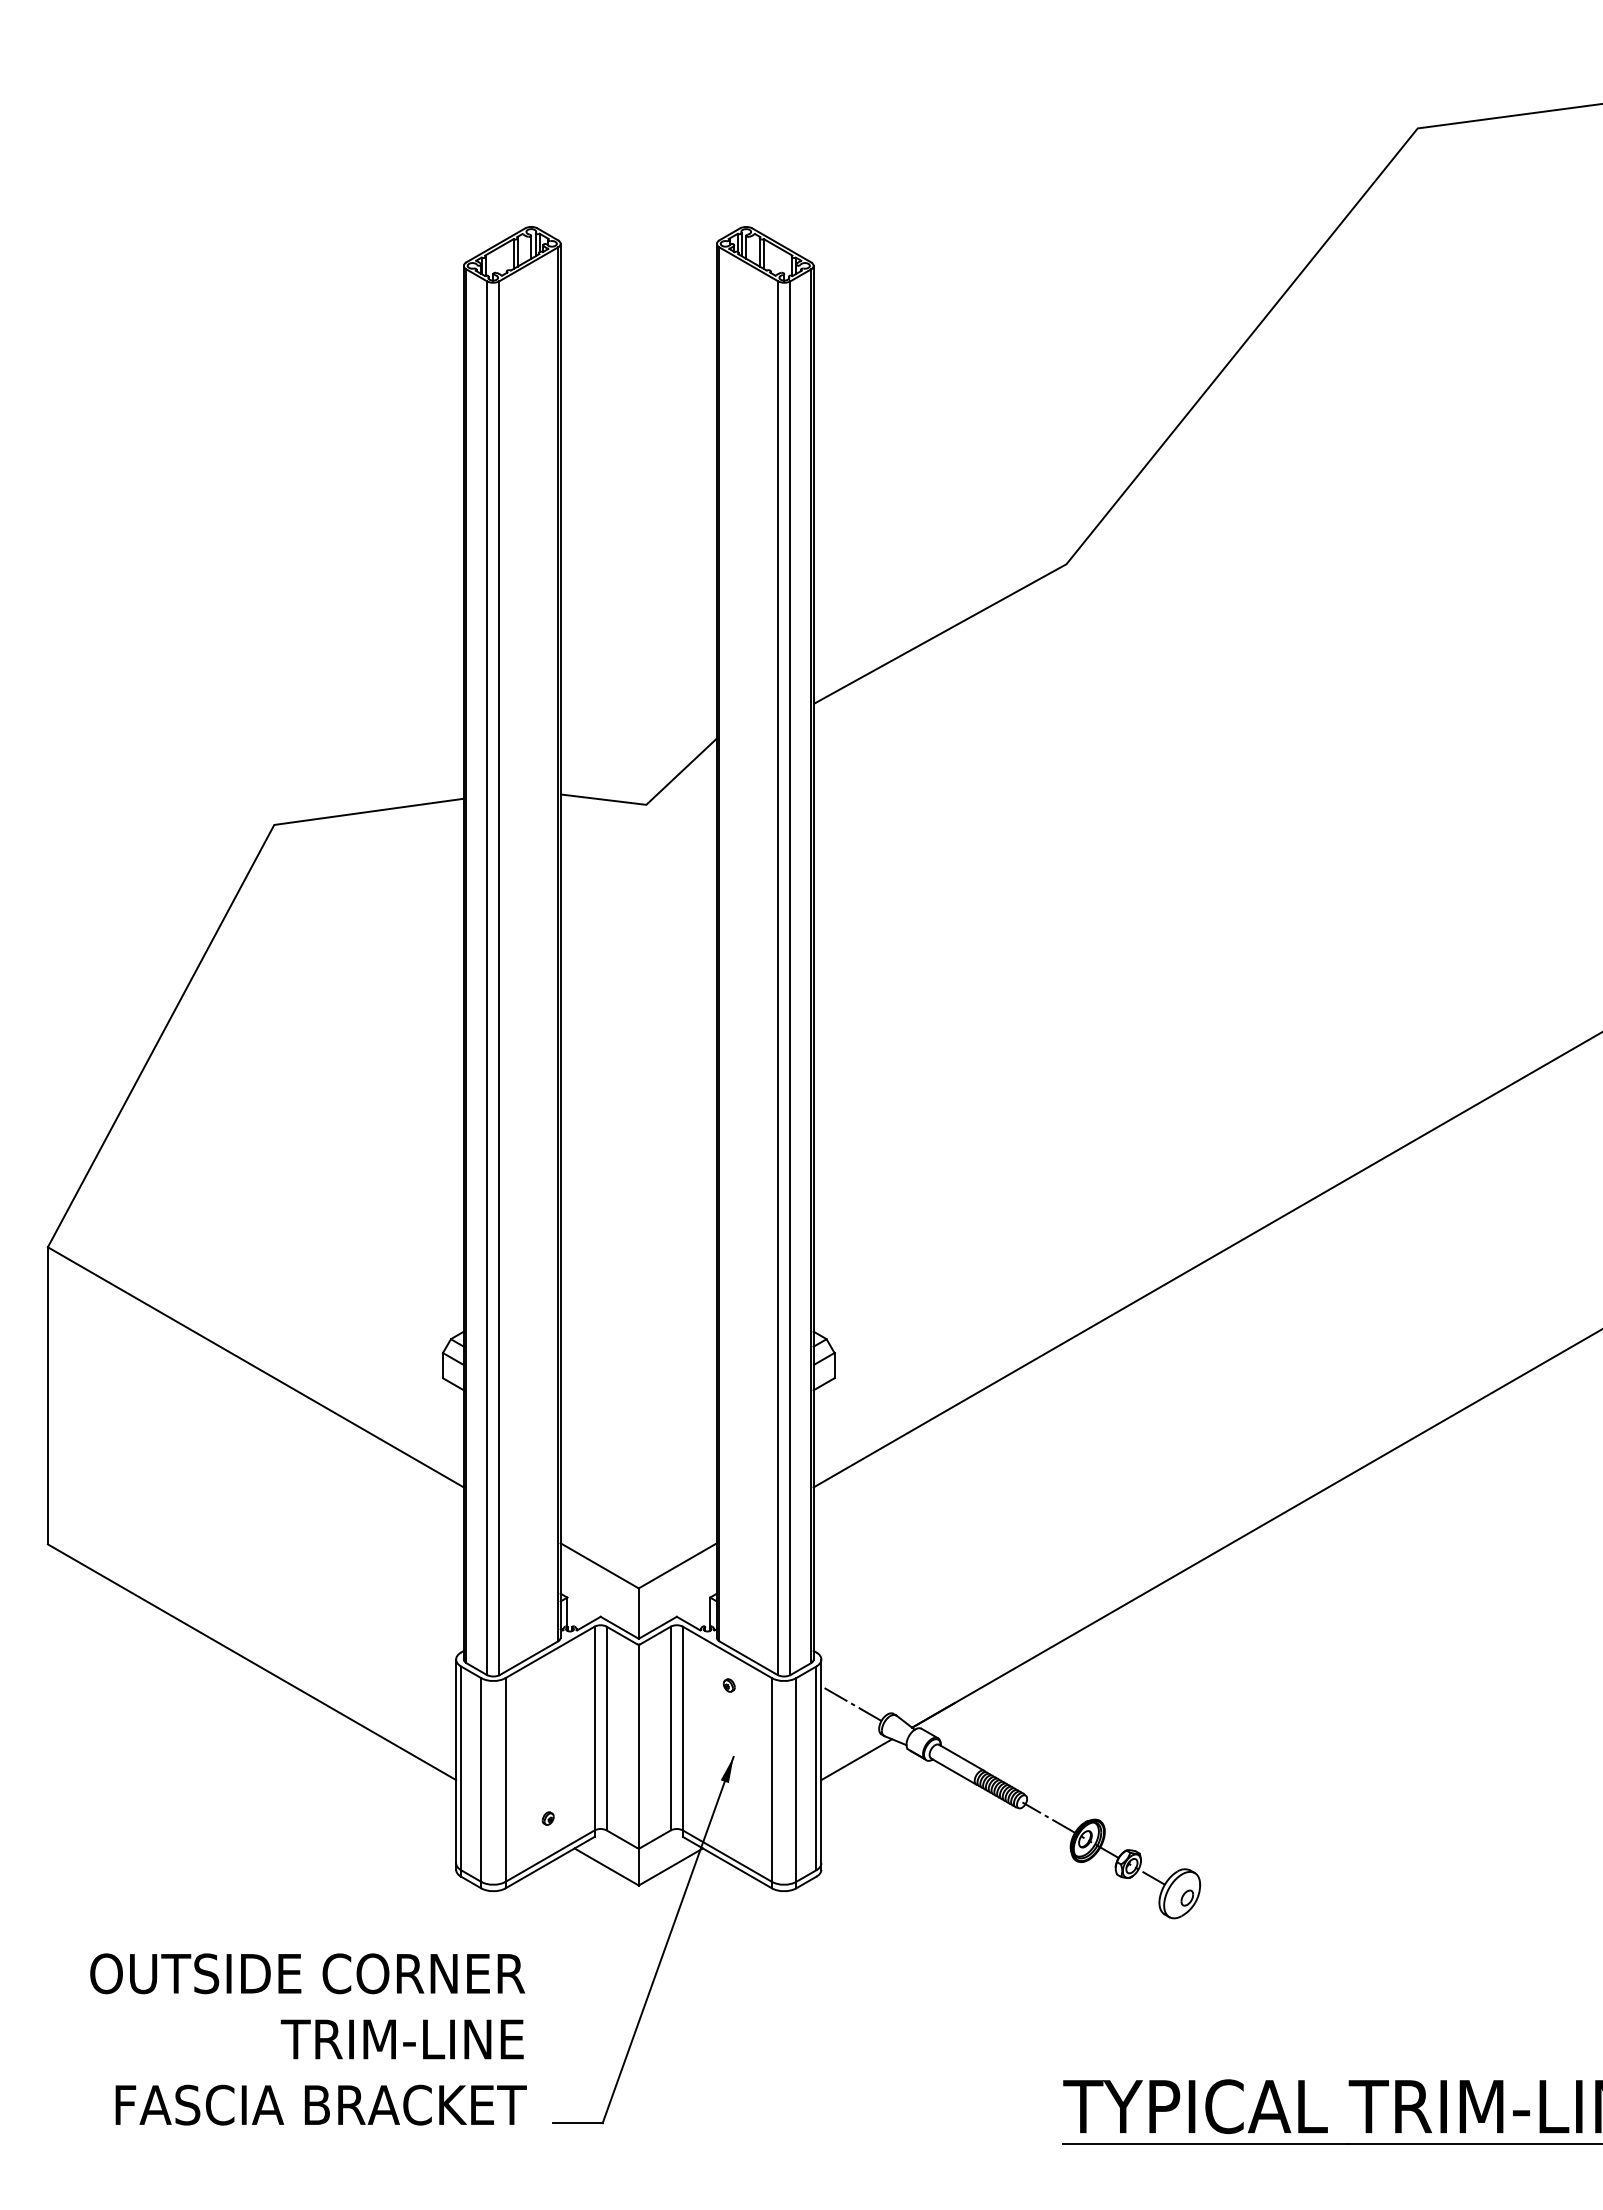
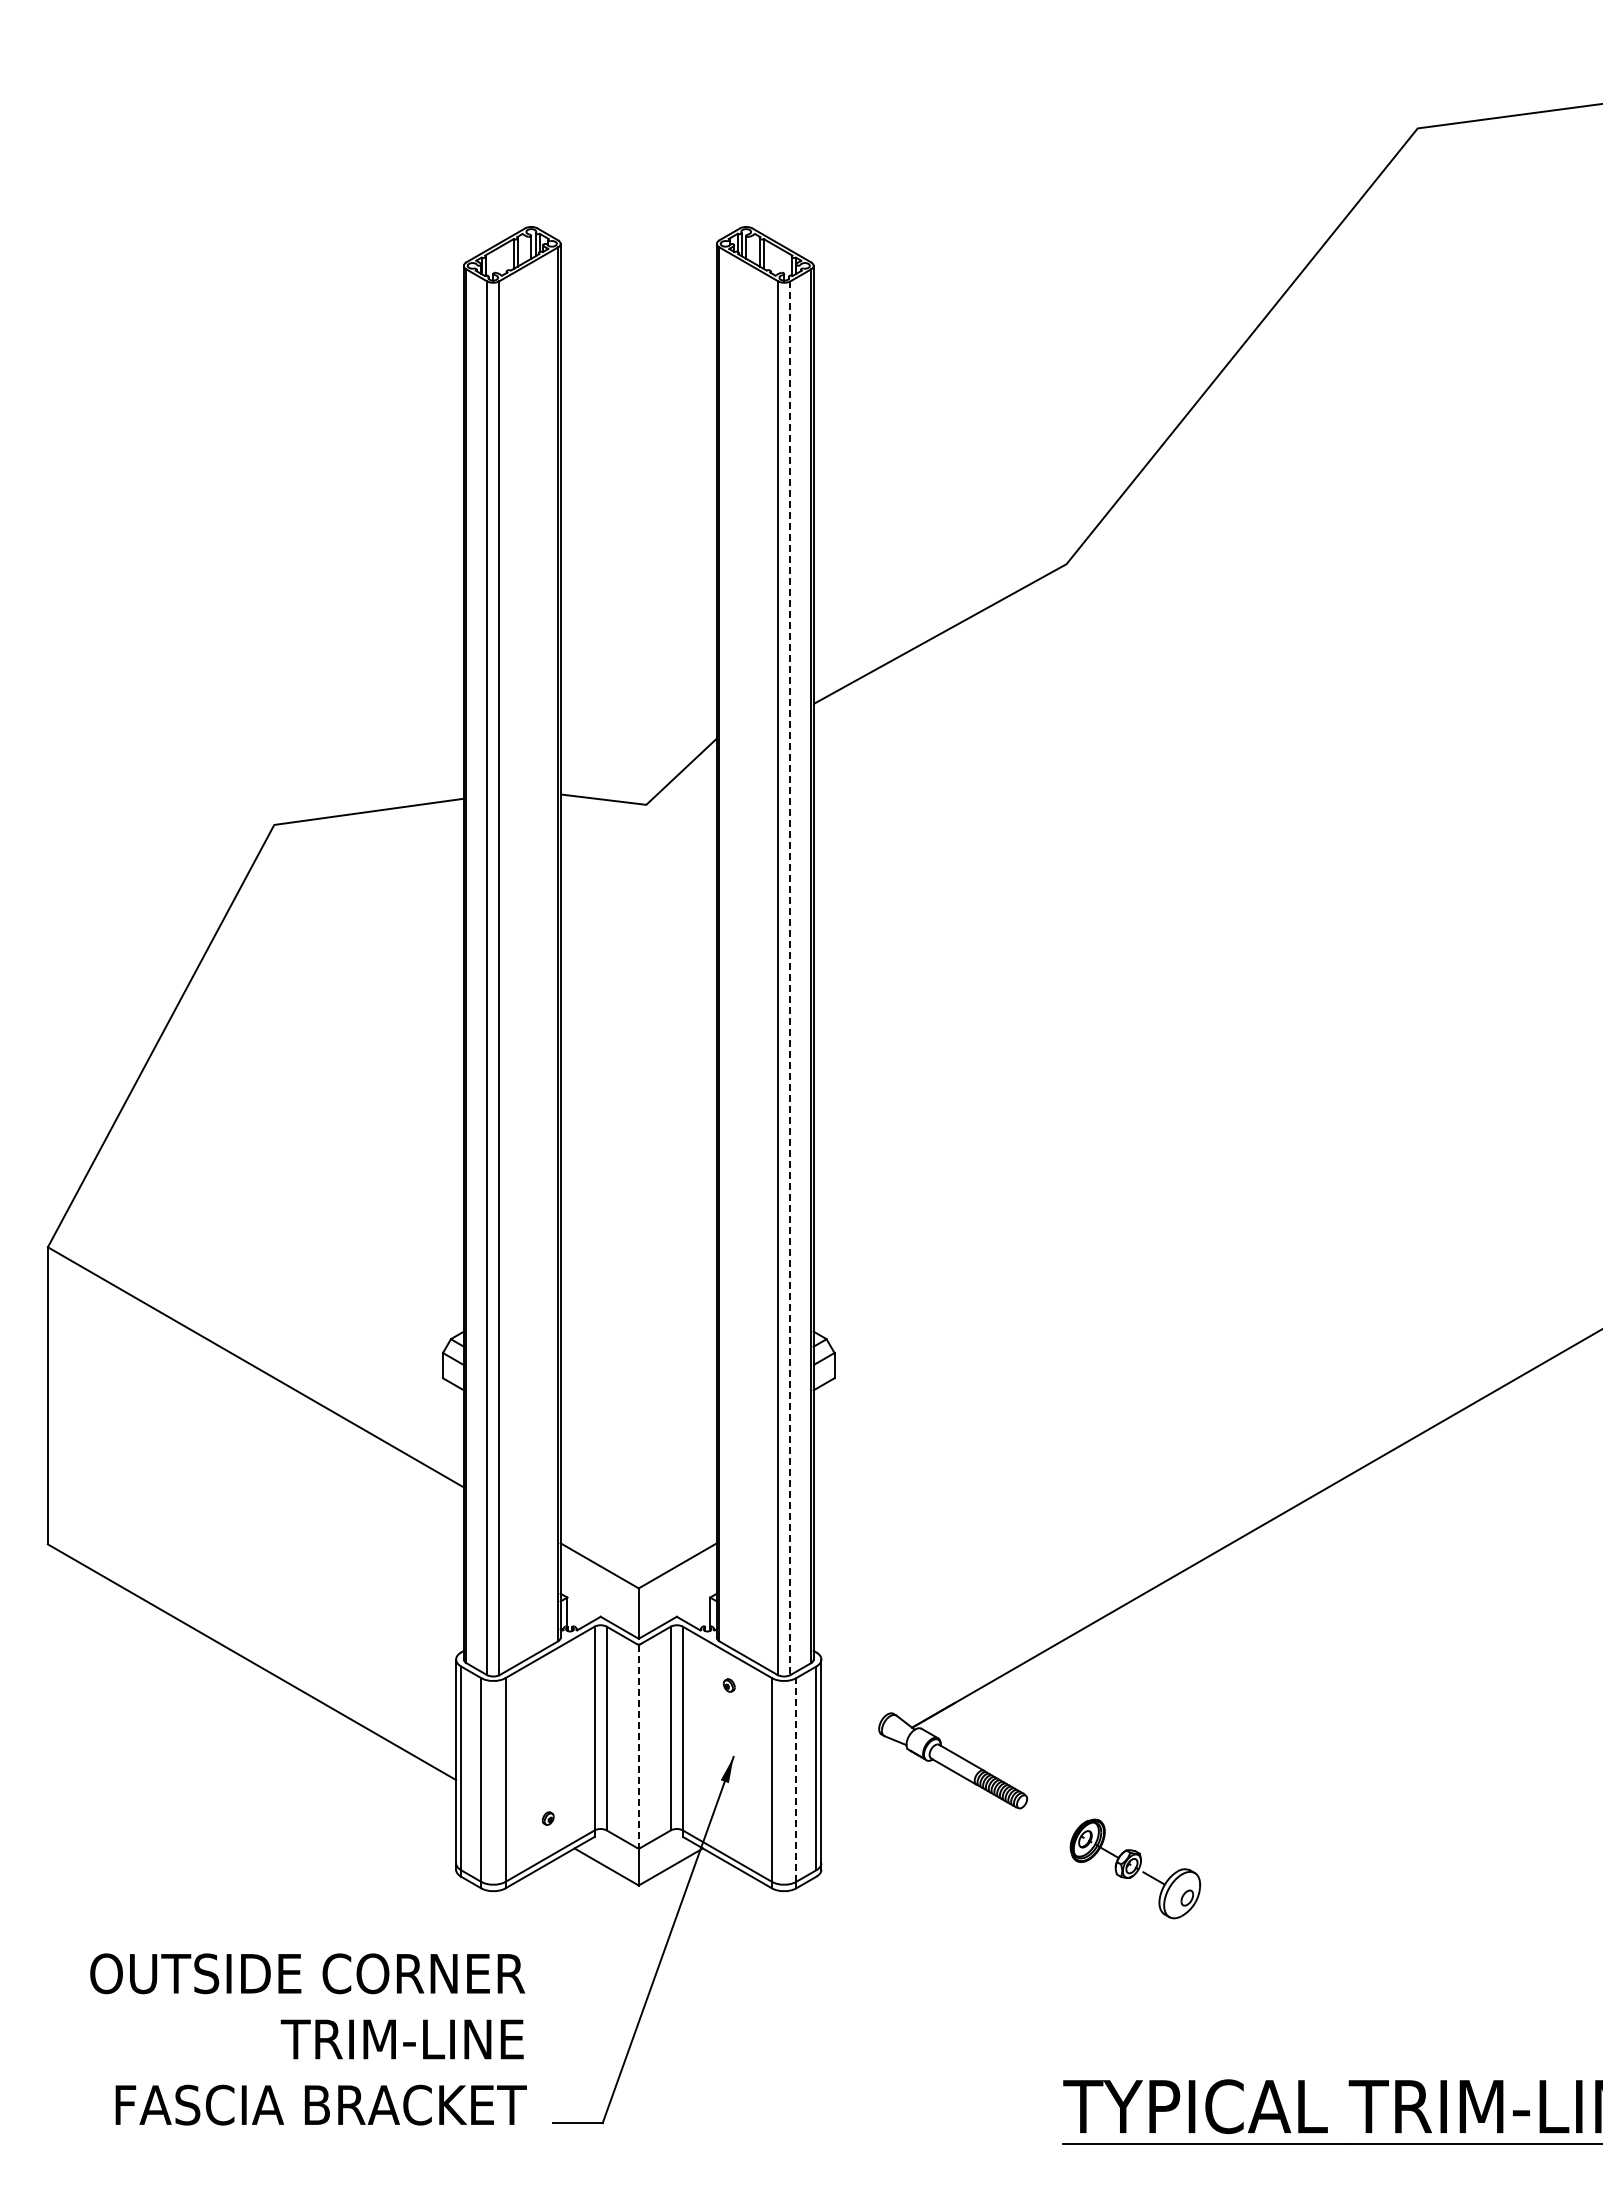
line at (790, 978): solid -> dashed
line at (1206, 1260): present -> none
line at (851, 1703): present -> none
line at (638, 1746): solid -> dashed
line at (856, 1759): present -> none
line at (796, 1779): solid -> dashed
line at (1048, 1817): present -> none
